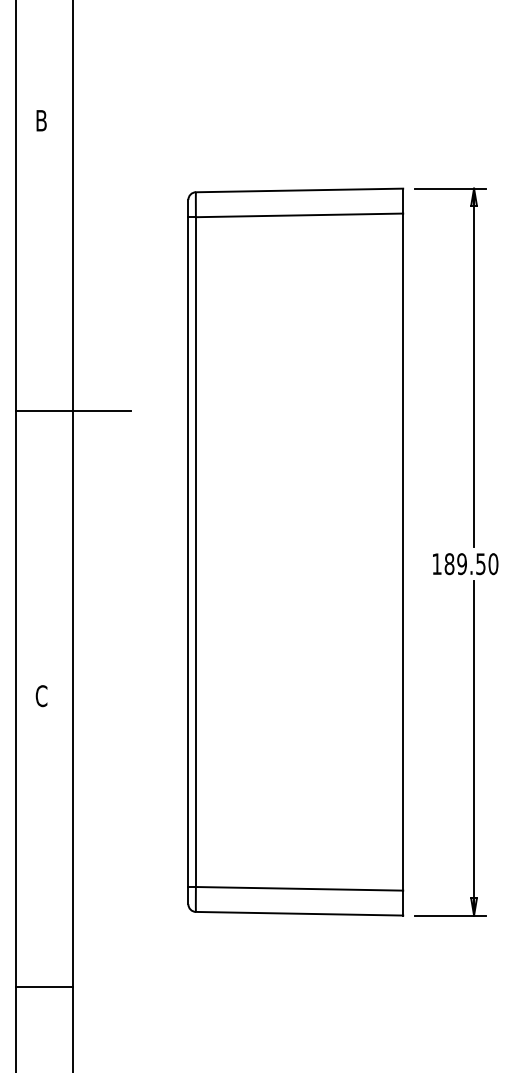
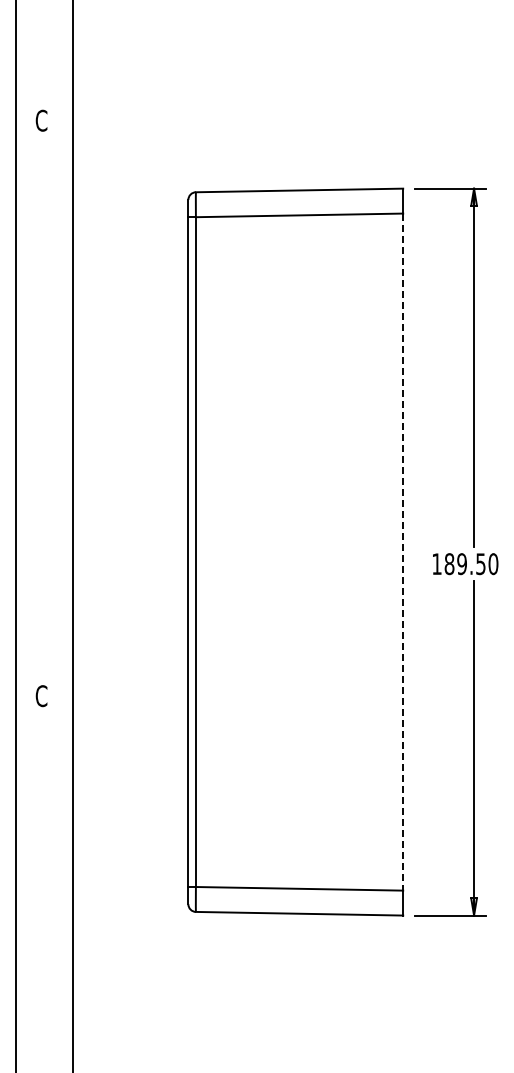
text at (41, 120): B -> C
line at (72, 411): present -> none
line at (403, 552): solid -> dashed
line at (44, 986): present -> none
